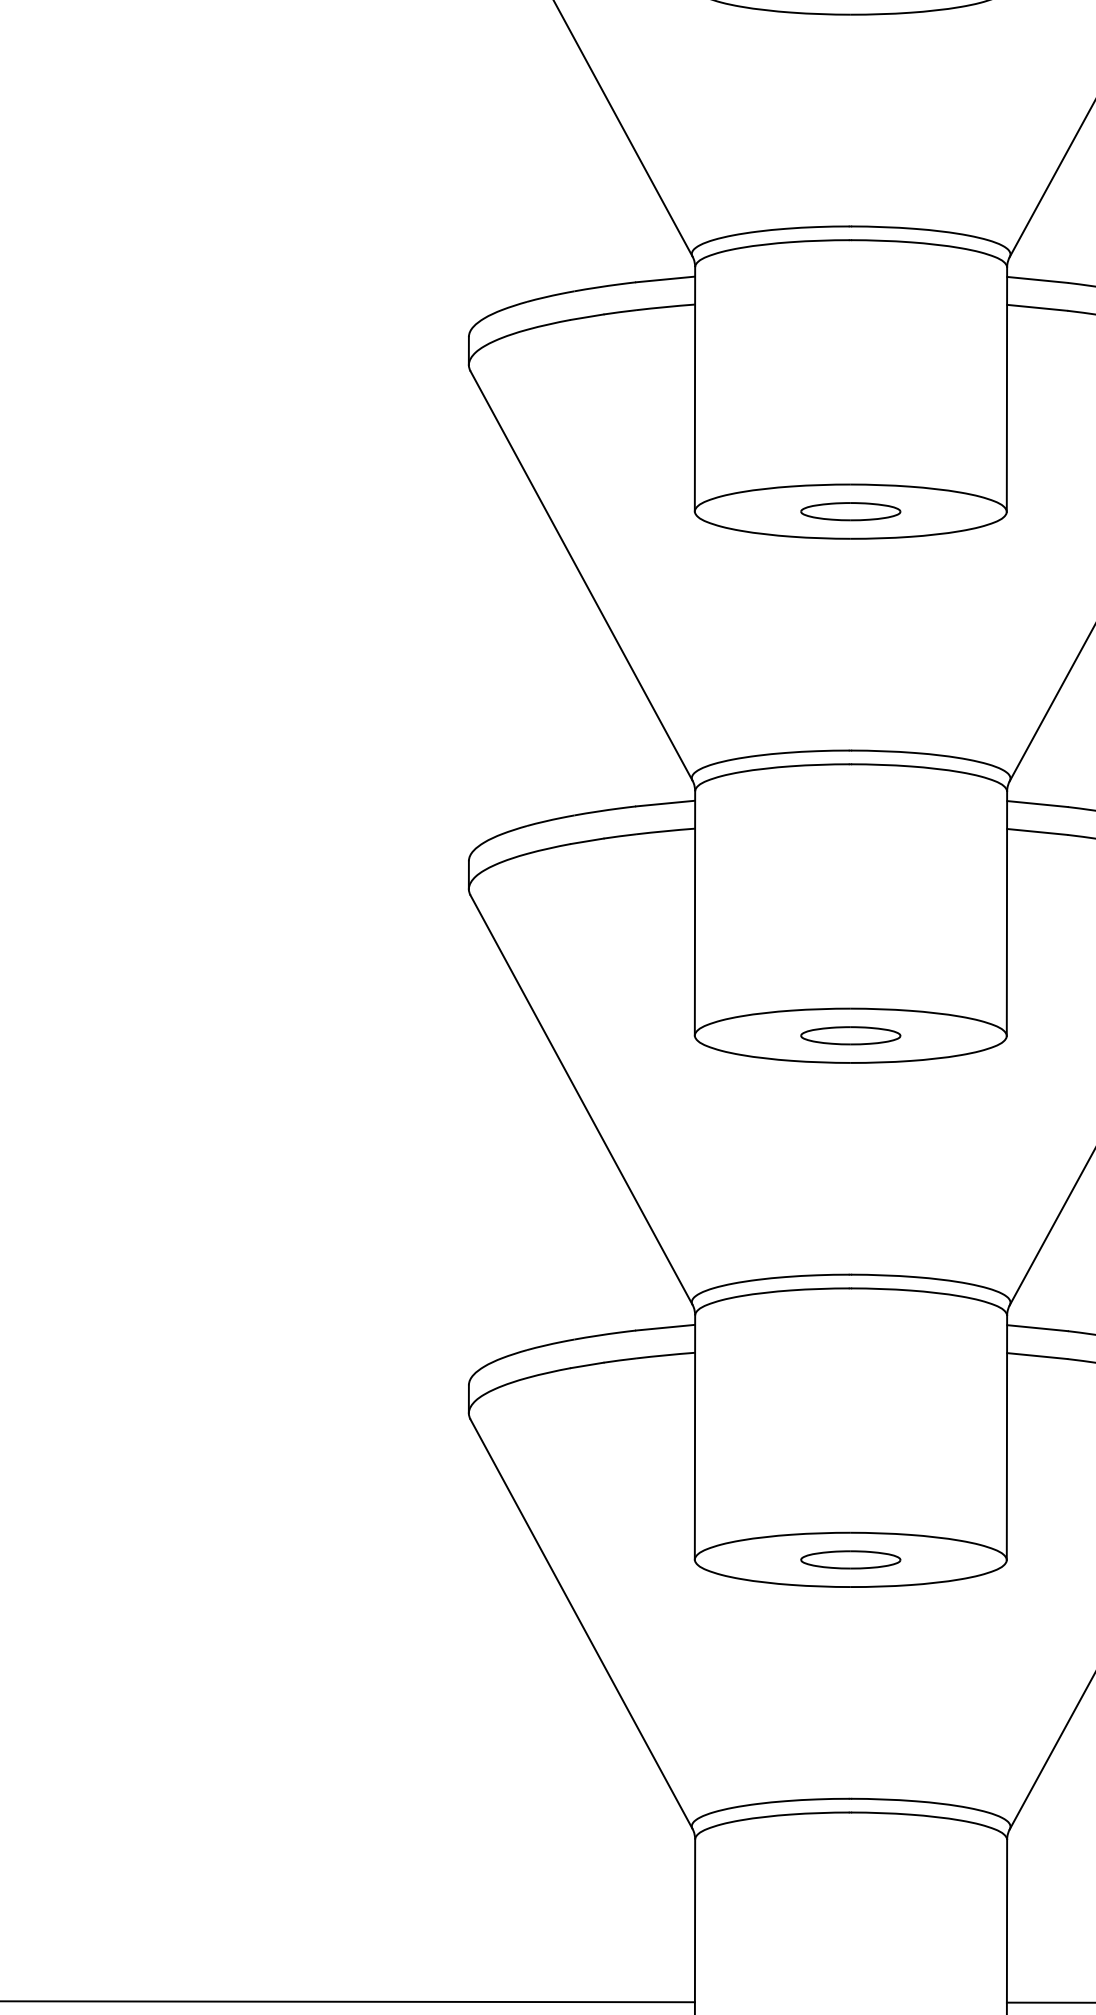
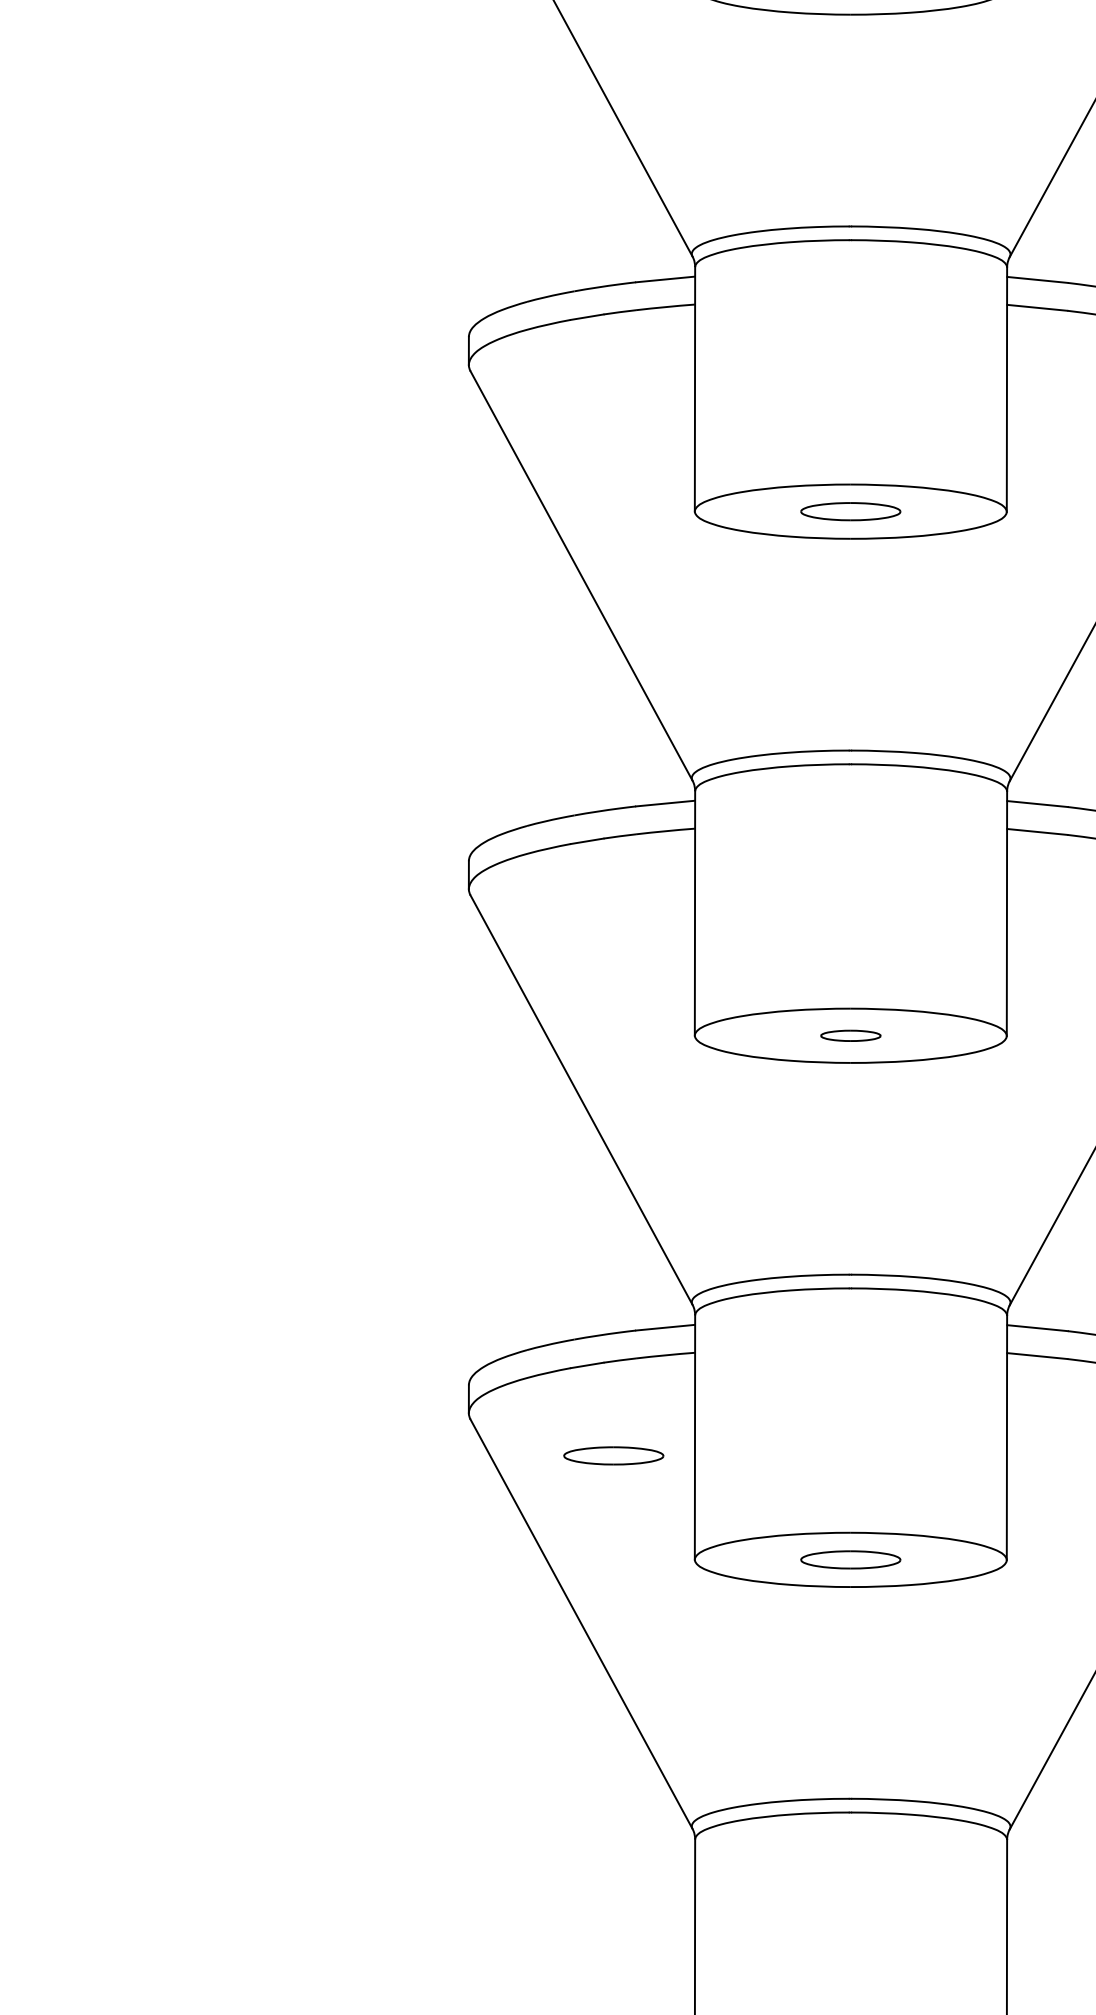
part at (850, 1035) size: 102x20 px -> 62x13 px
part at (613, 1455): none -> present
line at (348, 2001): present -> none
line at (1049, 2002): present -> none
